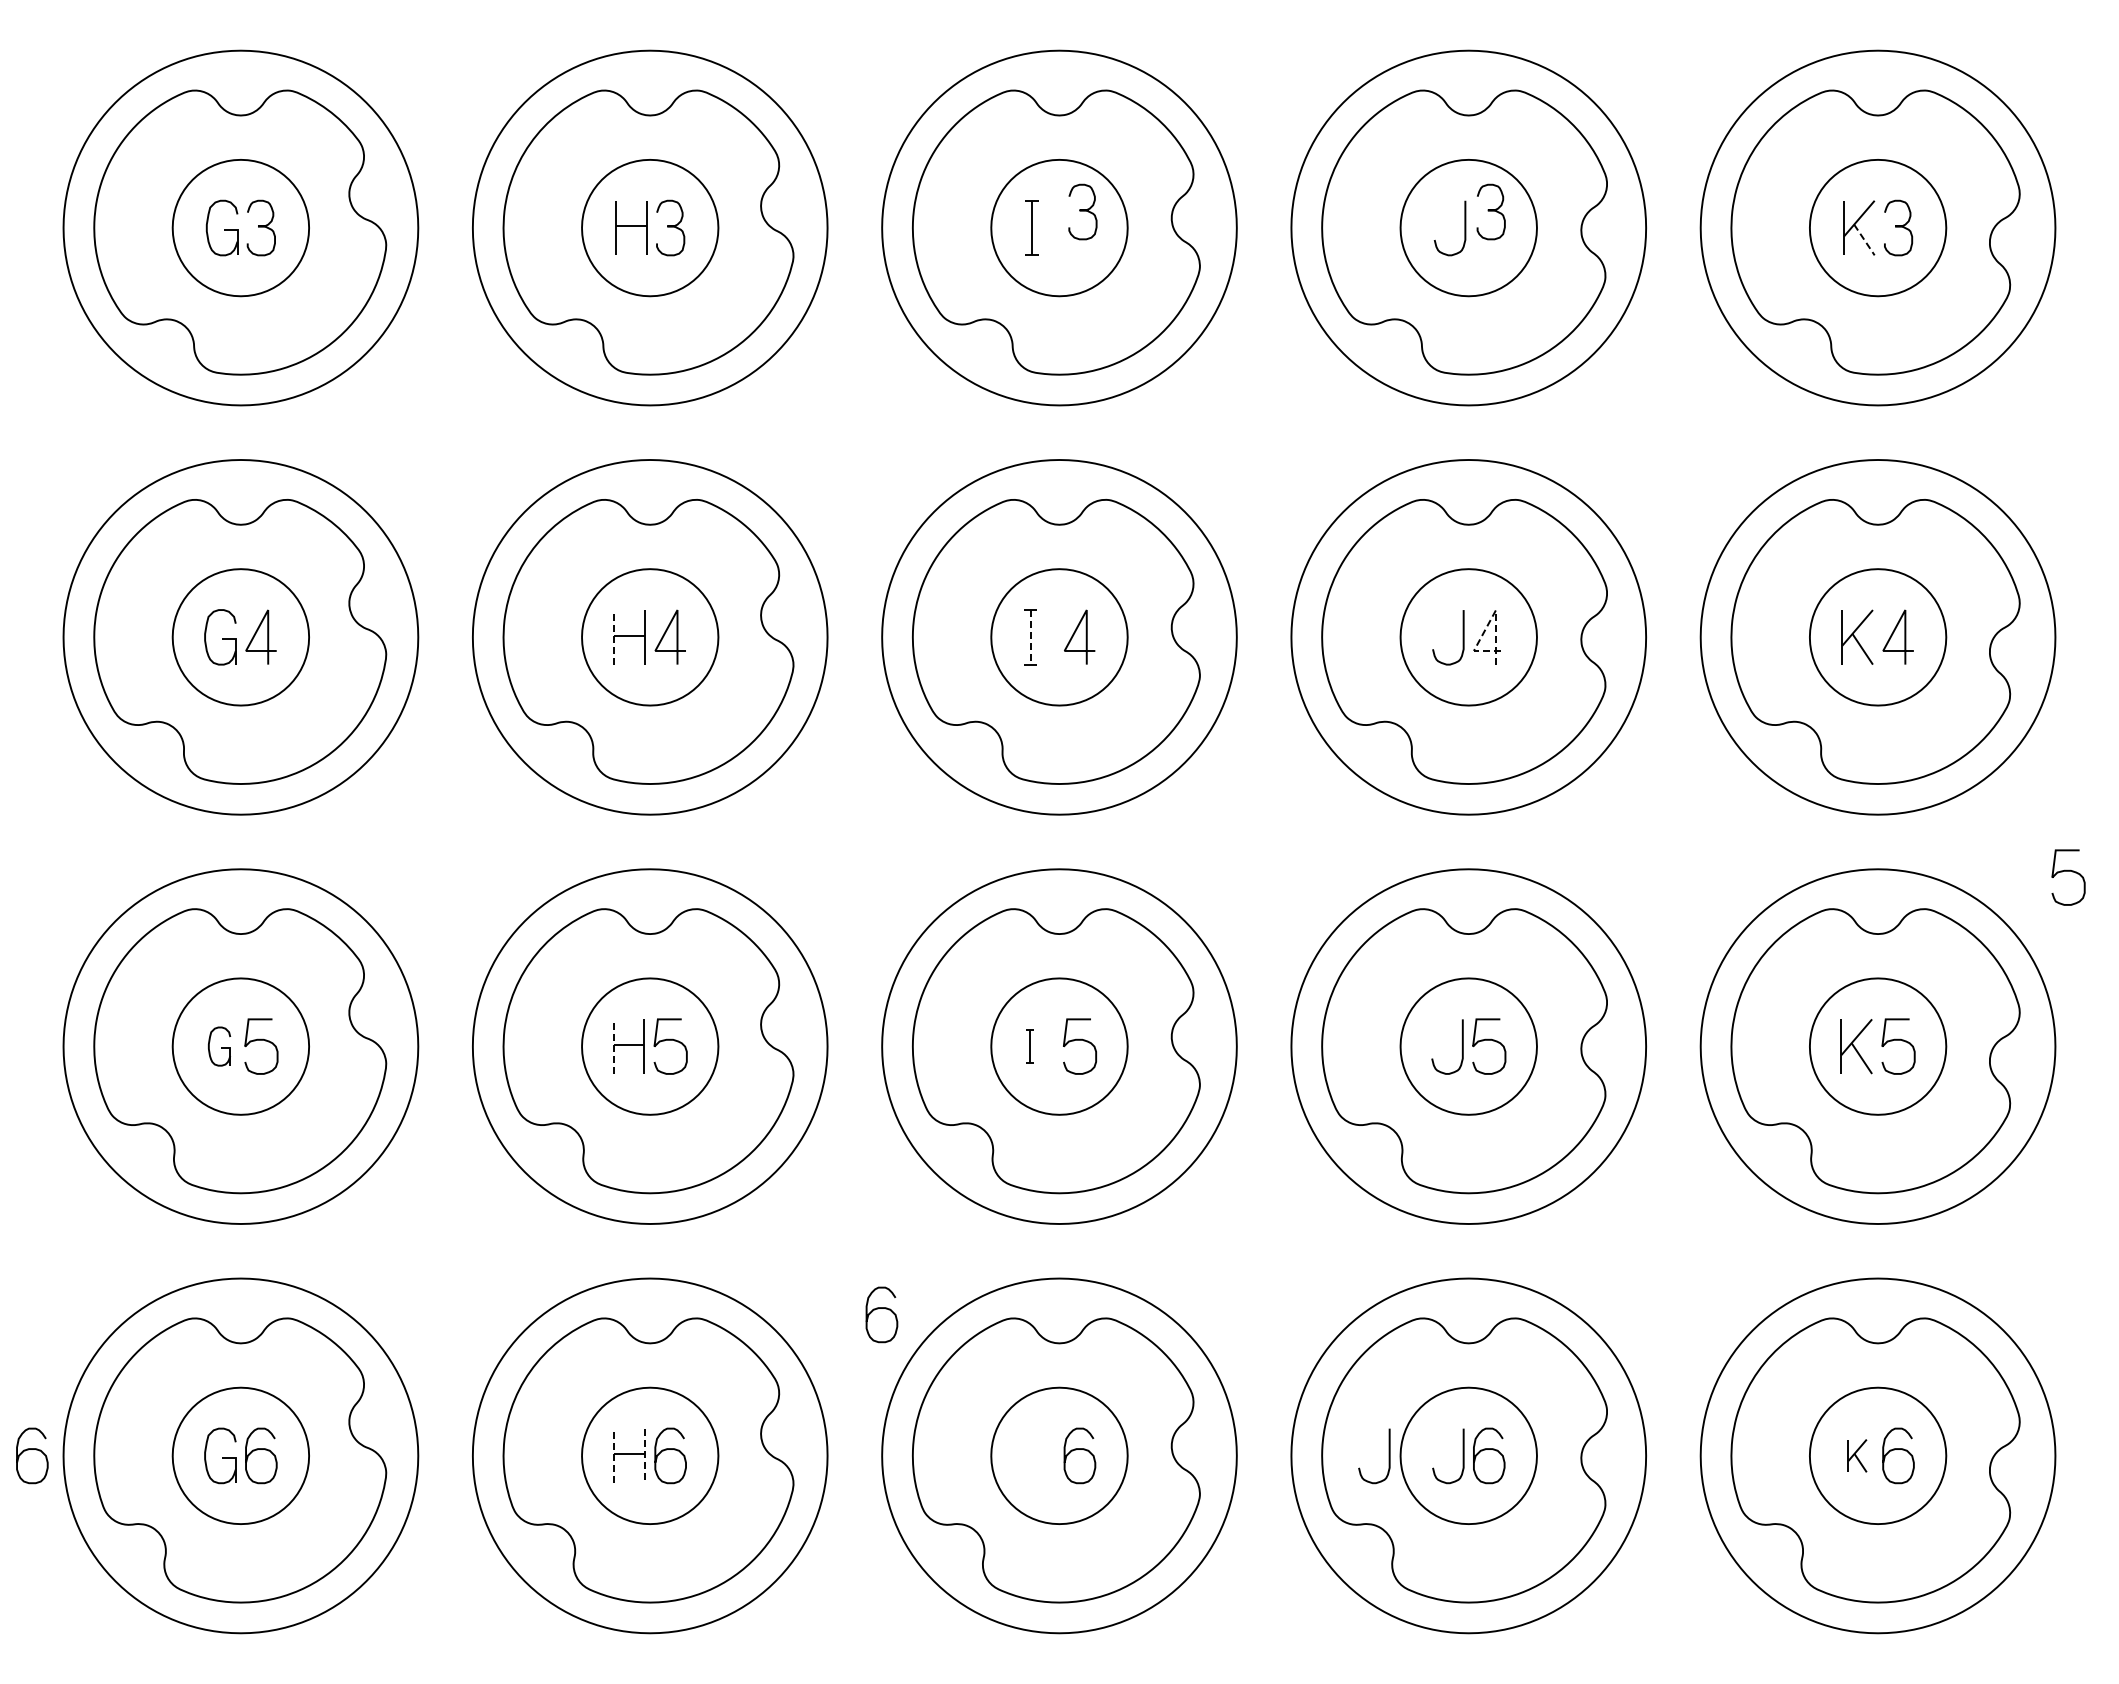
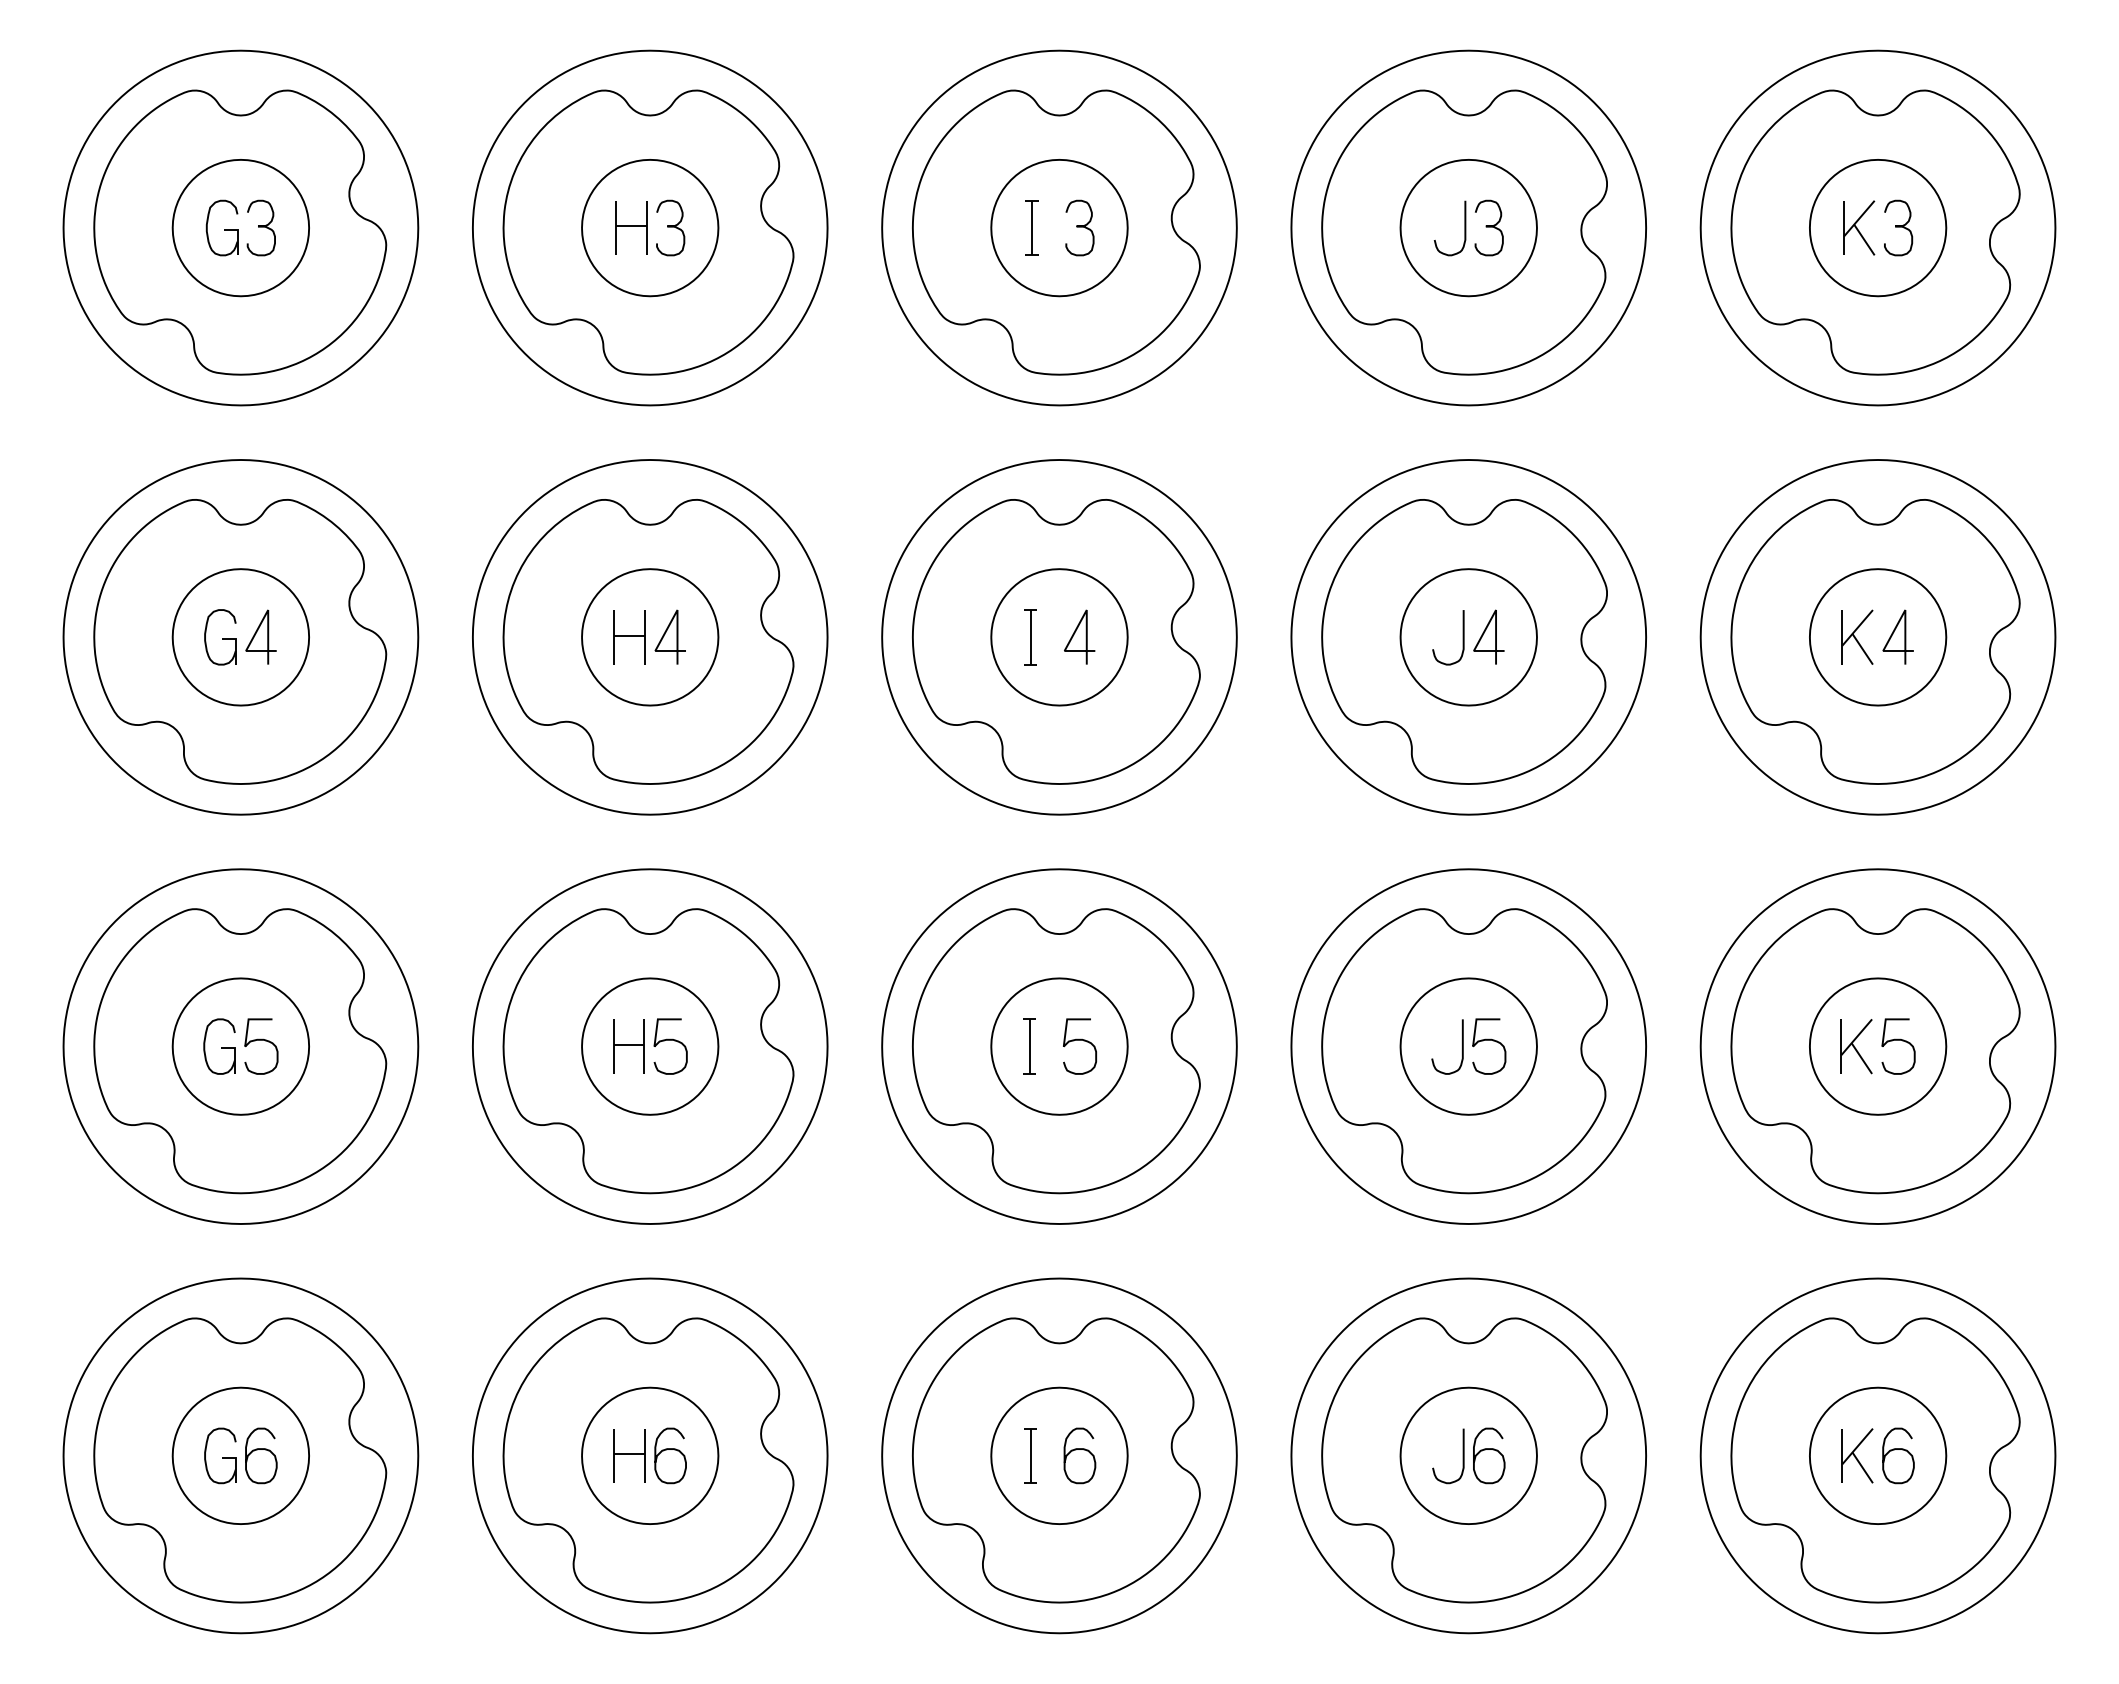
curve at (1082, 211) position: (1082, 211) -> (1079, 227)
curve at (1490, 211) position: (1490, 211) -> (1488, 227)
line at (1864, 240): dashed -> solid
line at (1490, 620): dashed -> solid
line at (614, 636): dashed -> solid
line at (1030, 637): dashed -> solid
curve at (2068, 871): present -> none
part at (219, 1046) size: 24x41 px -> 33x57 px
line at (613, 1046): dashed -> solid
part at (1029, 1046) size: 8x35 px -> 13x57 px
curve at (878, 1309): present -> none
curve at (32, 1449): present -> none
line at (614, 1455): dashed -> solid
part at (1030, 1455): none -> present
part at (1857, 1455) size: 21x34 px -> 33x56 px
line at (645, 1456): dashed -> solid
curve at (1388, 1456): present -> none
